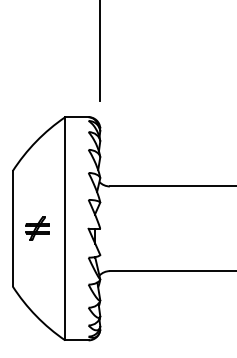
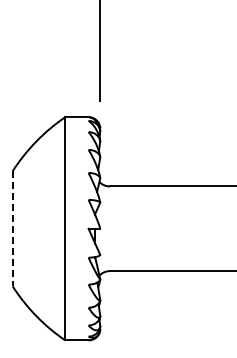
line at (12, 228): solid -> dashed
part at (37, 228): present -> none
